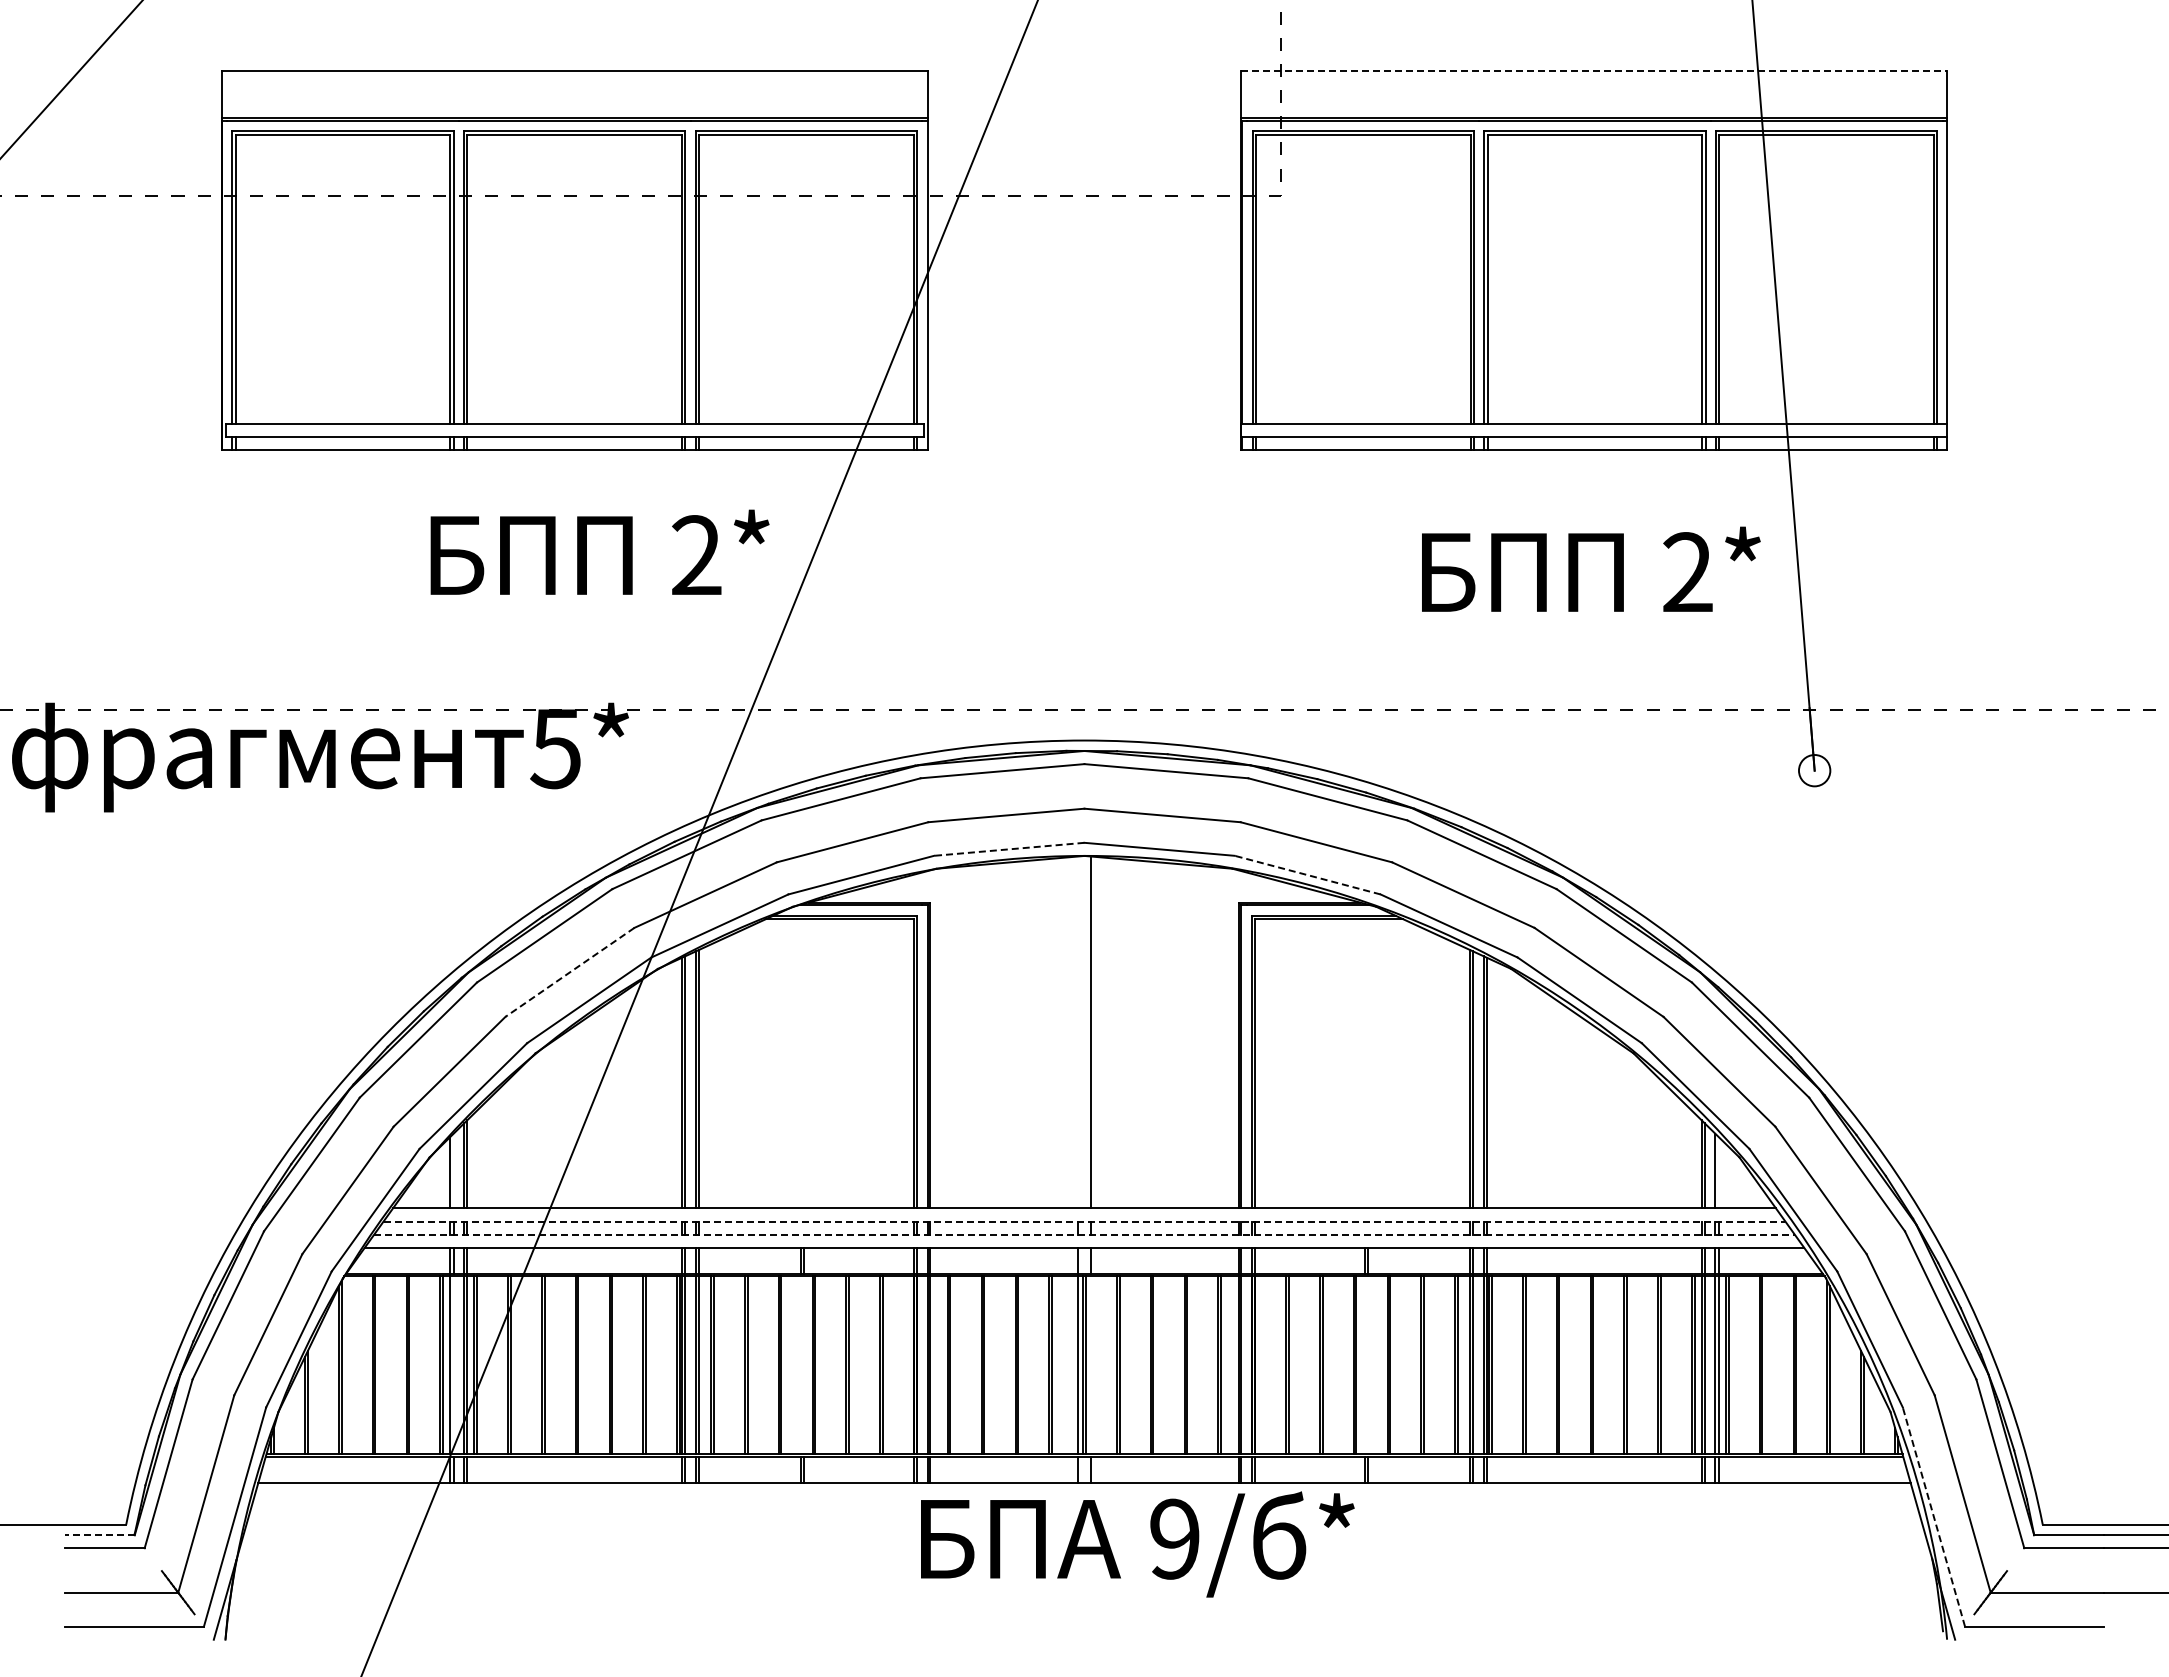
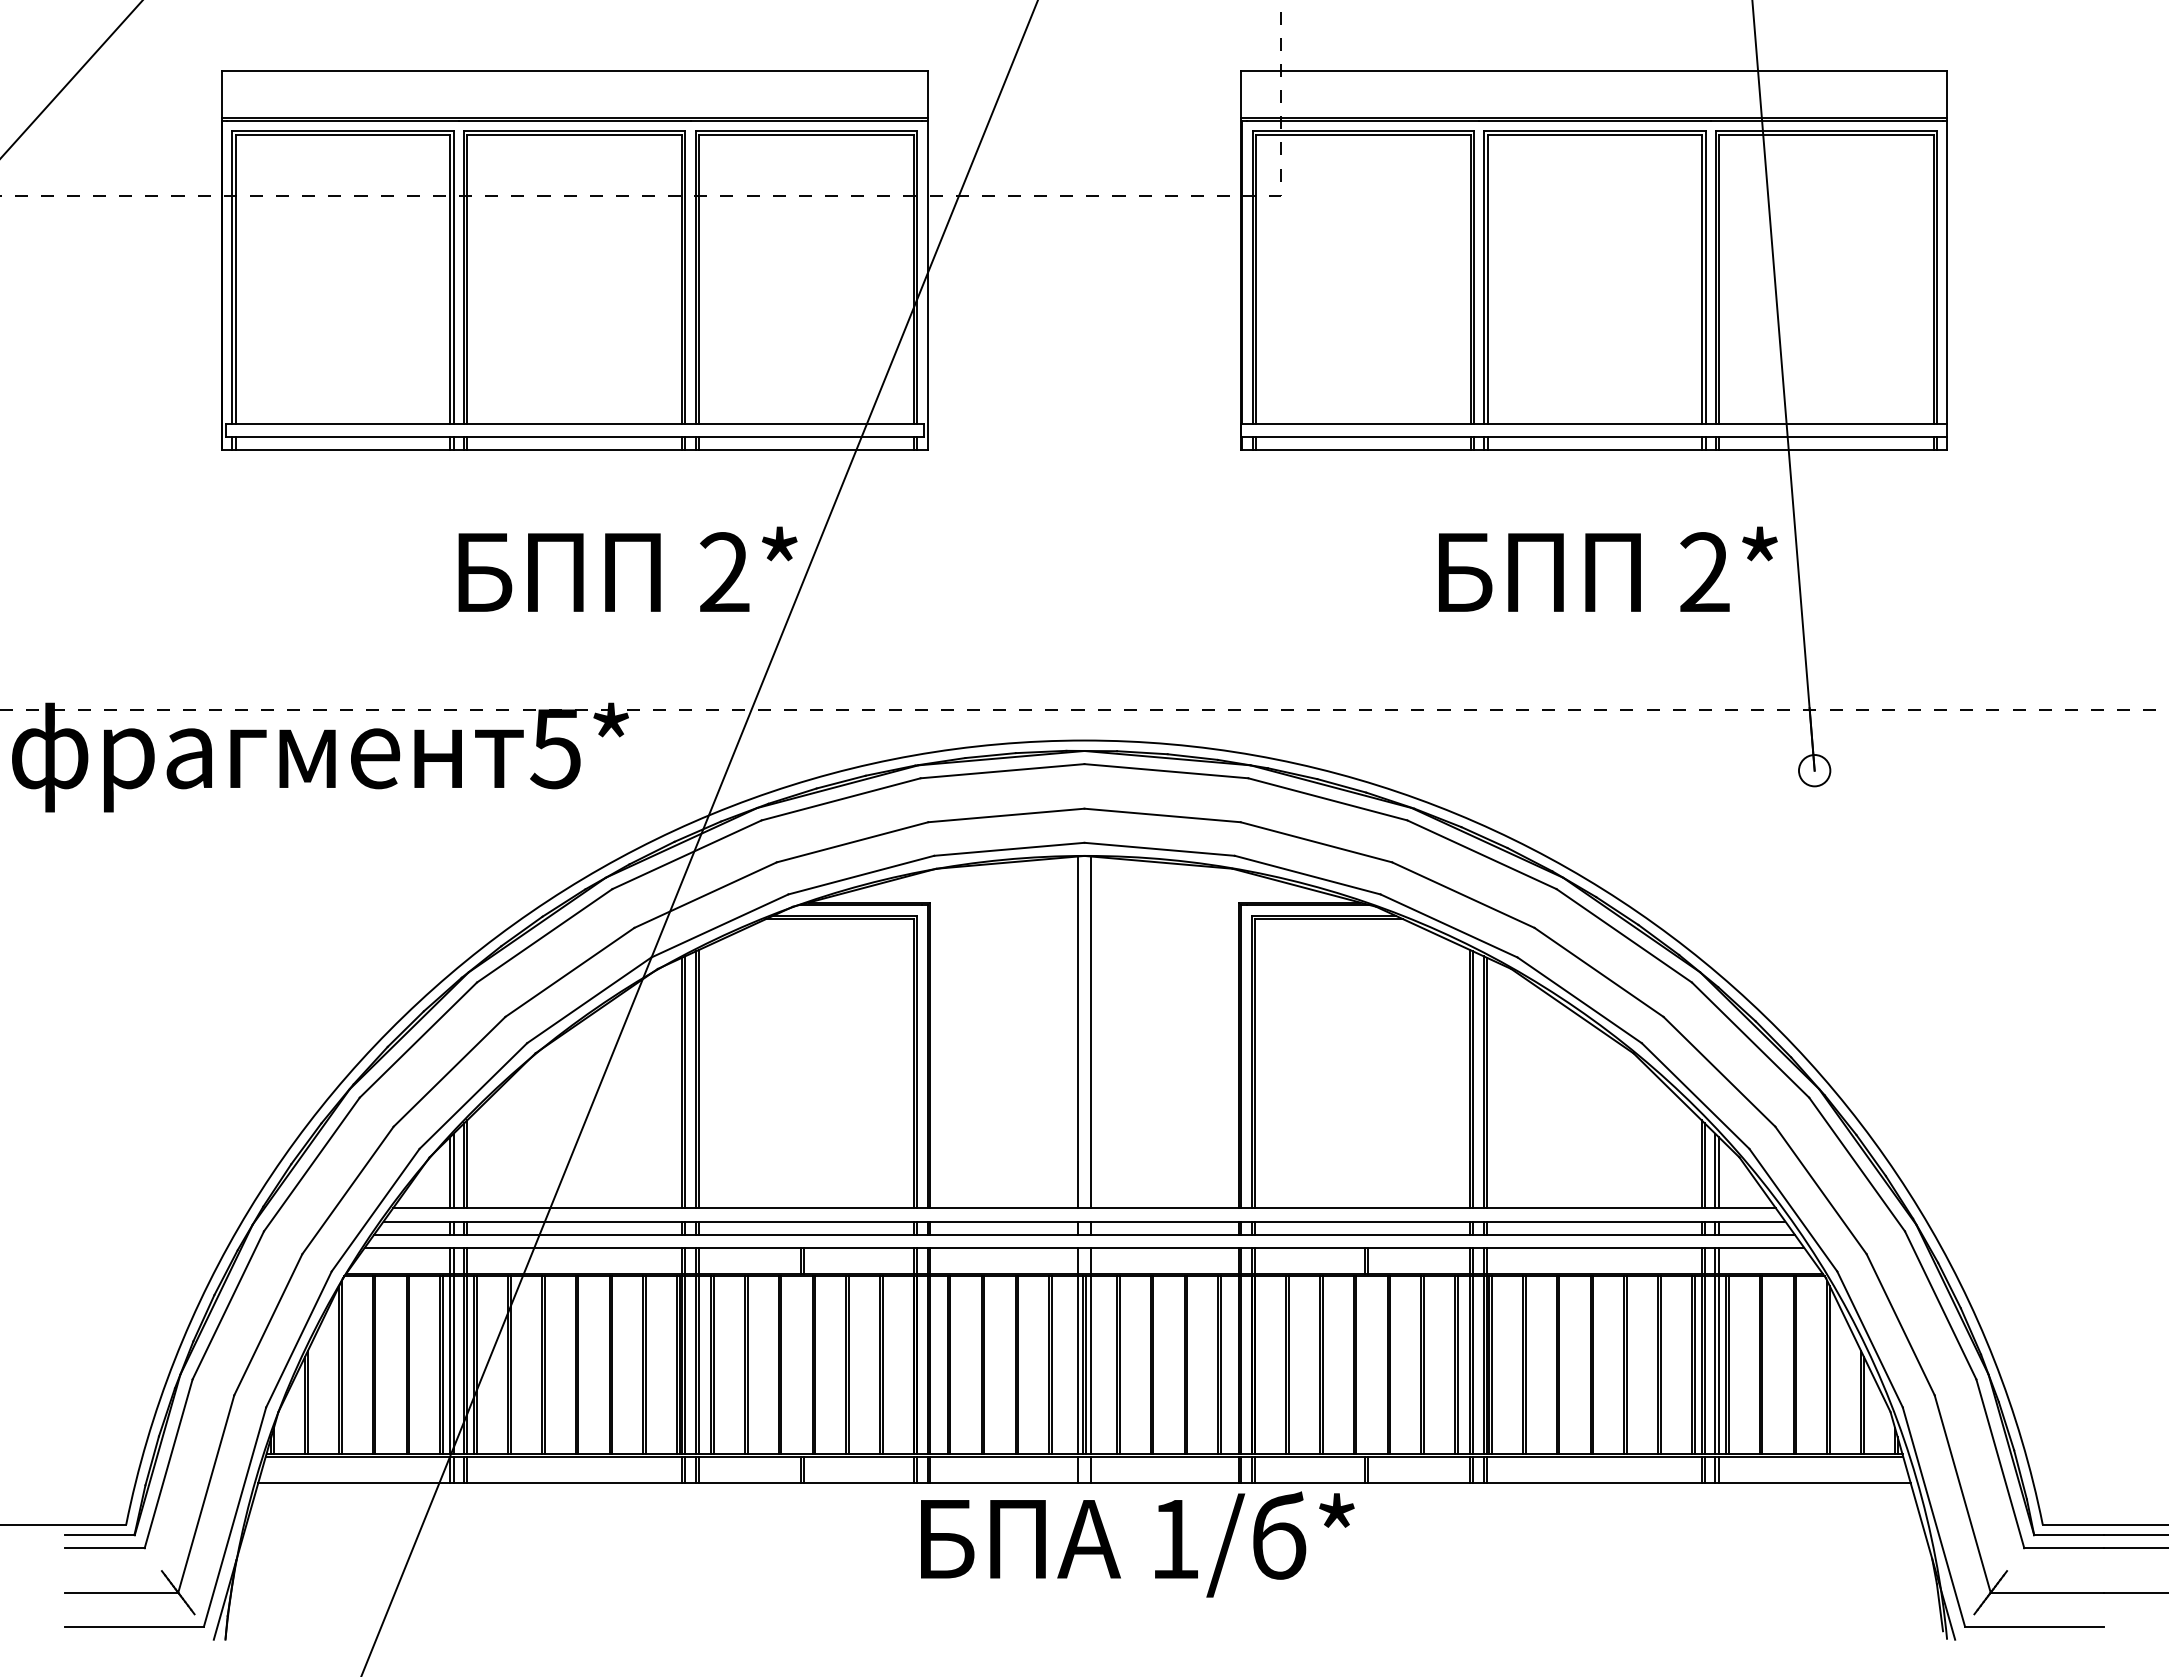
line at (1594, 71): dashed -> solid
text at (599, 551) position: (599, 551) -> (627, 568)
text at (1591, 568) position: (1591, 568) -> (1608, 568)
line at (1008, 849): dashed -> solid
line at (1307, 875): dashed -> solid
line at (569, 972): dashed -> solid
line at (1077, 1032): none -> present
line at (453, 1170): none -> present
line at (1718, 1172): none -> present
line at (1084, 1221): dashed -> solid
line at (1084, 1234): dashed -> solid
line at (453, 1365): none -> present
line at (1091, 1365): none -> present
line at (1933, 1517): dashed -> solid
line at (99, 1535): dashed -> solid
text at (1174, 1538): 9/ -> 1/
